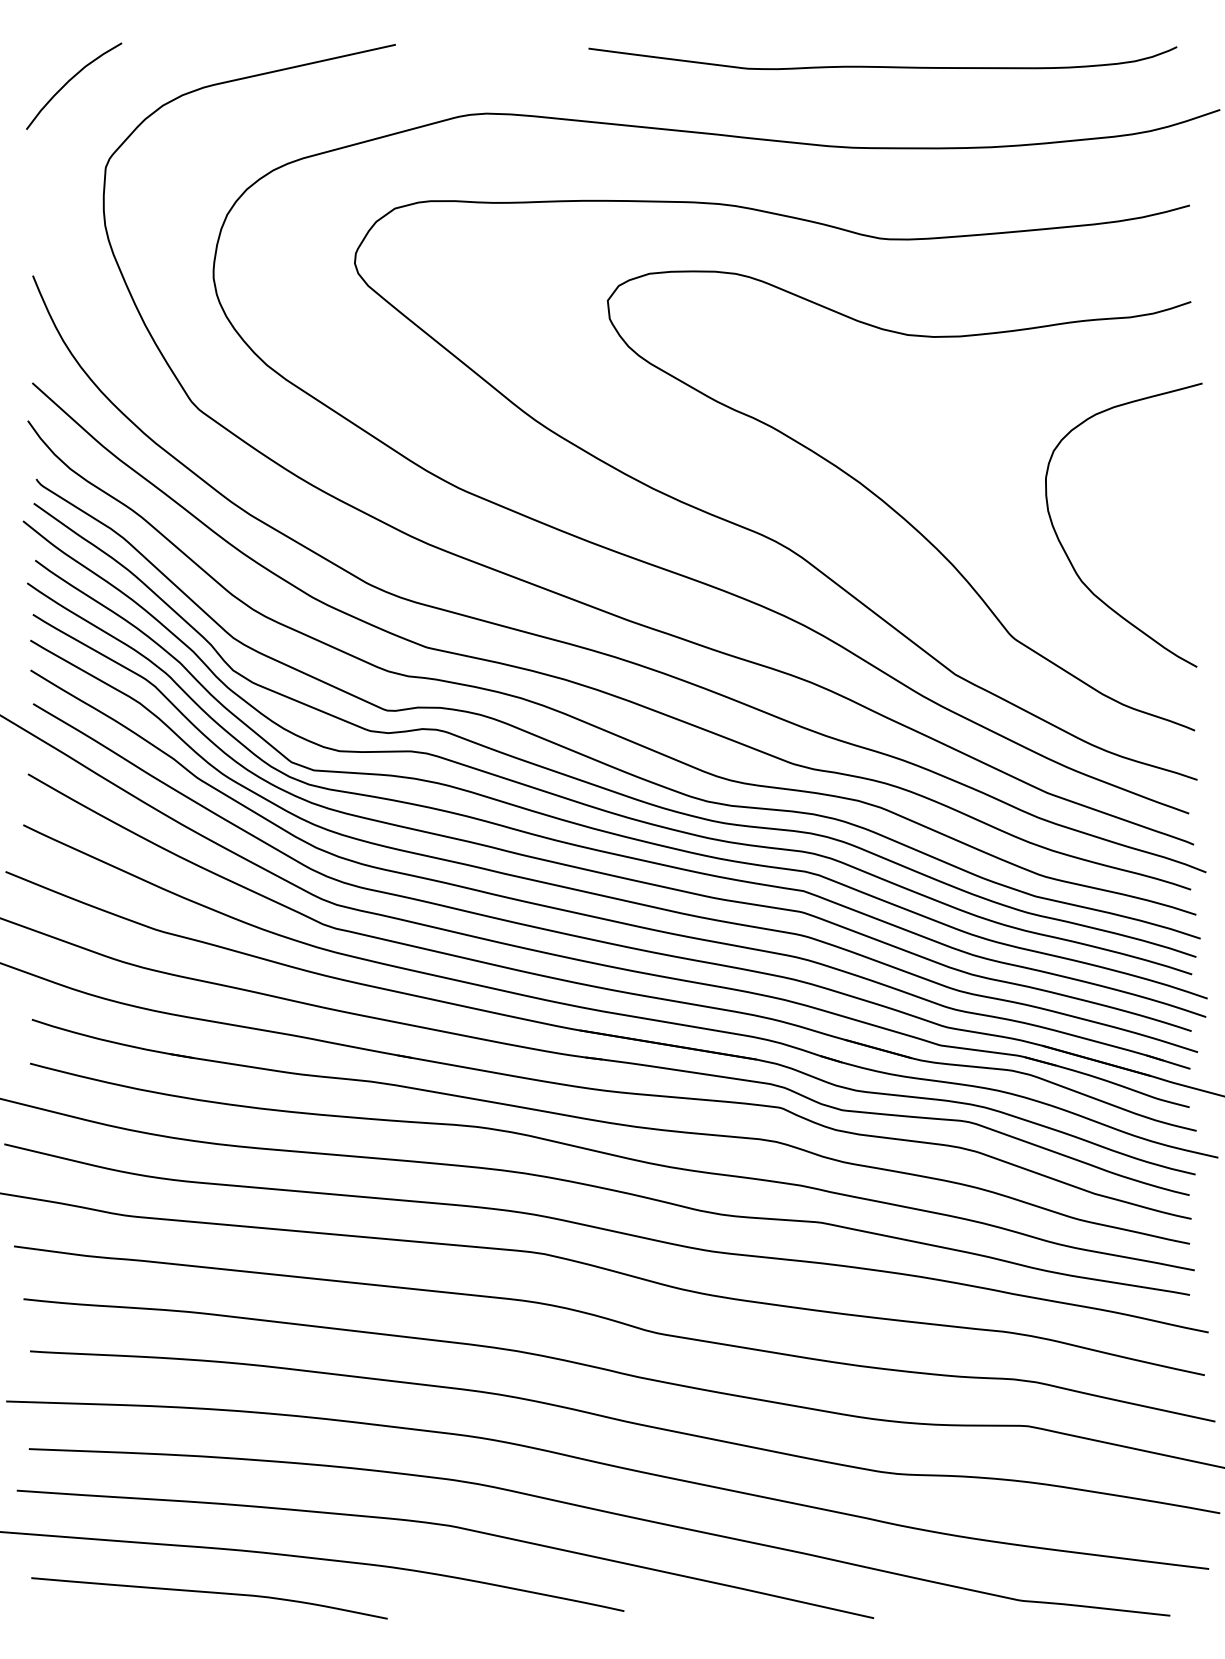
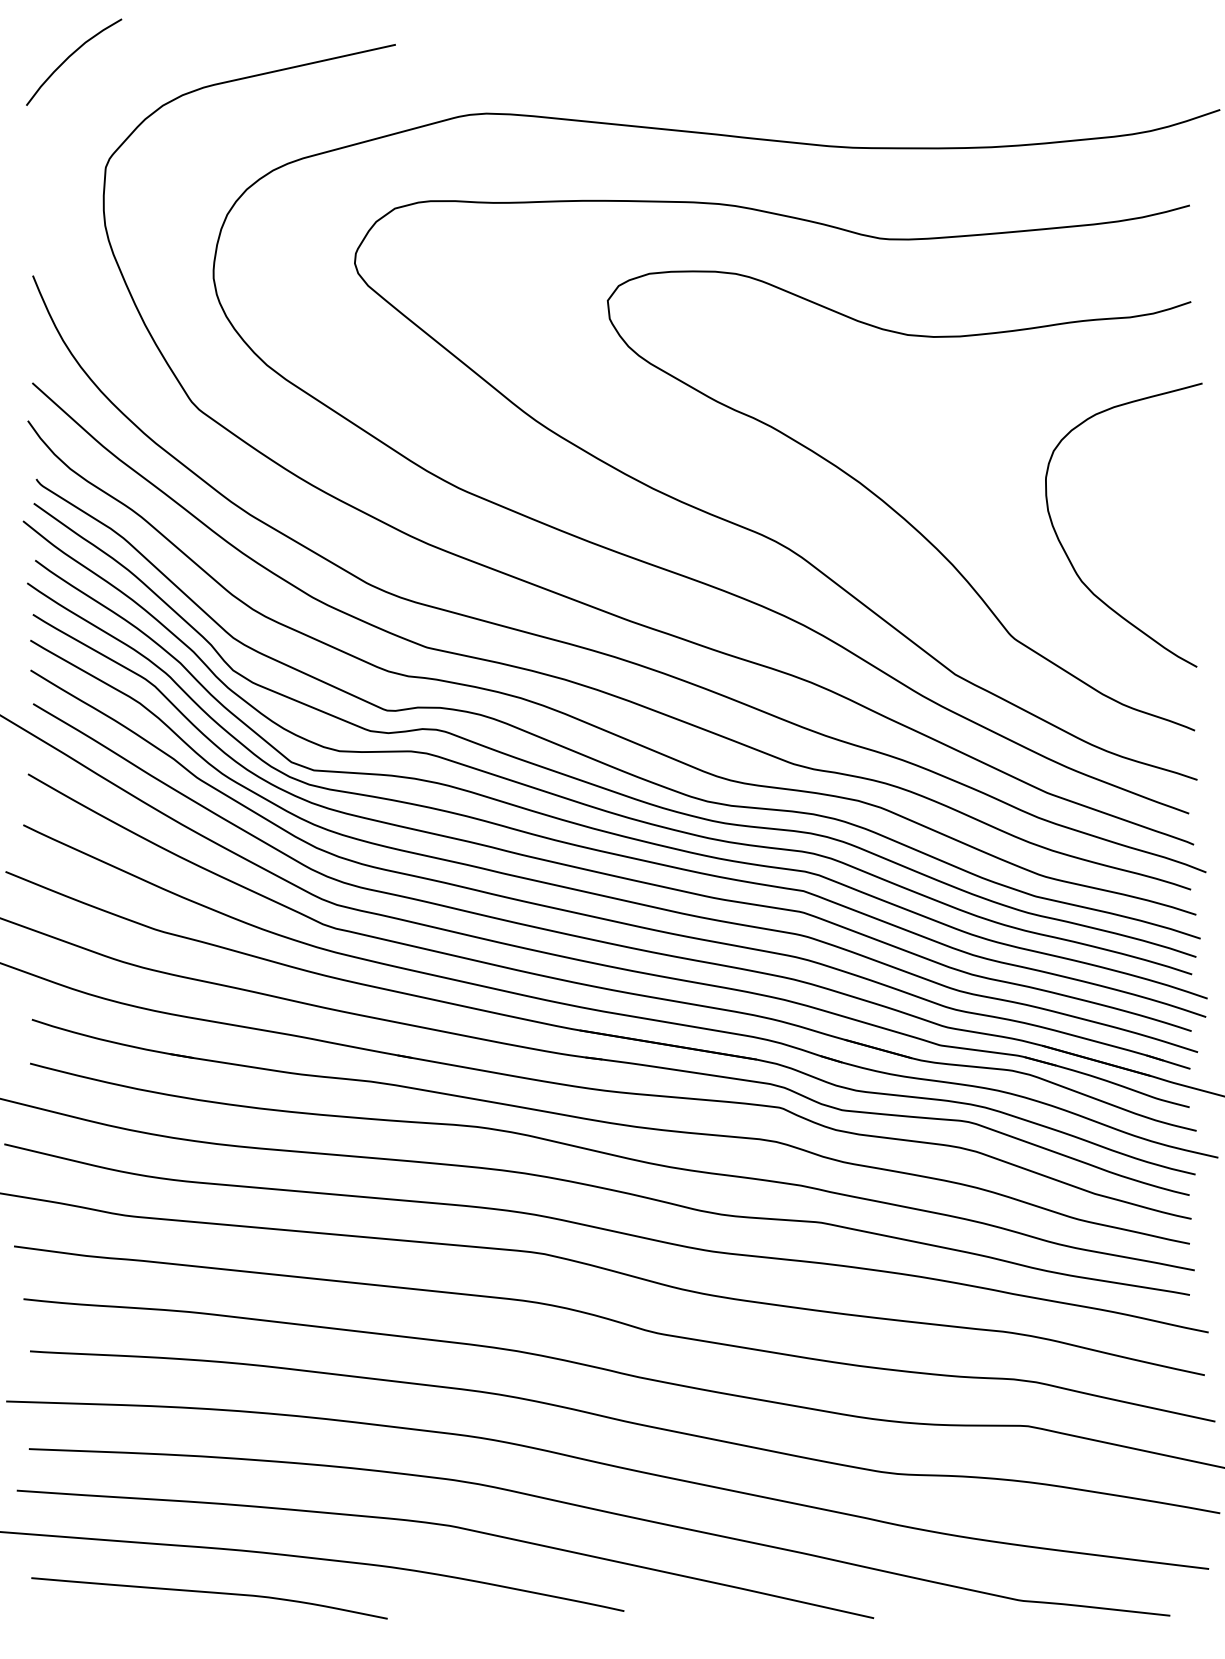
curve at (882, 66): present -> none
curve at (71, 80) position: (71, 80) -> (71, 56)
